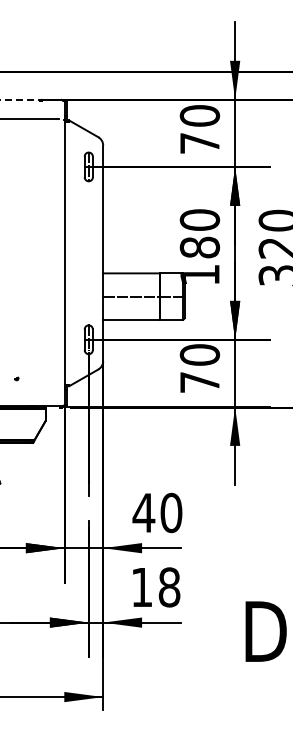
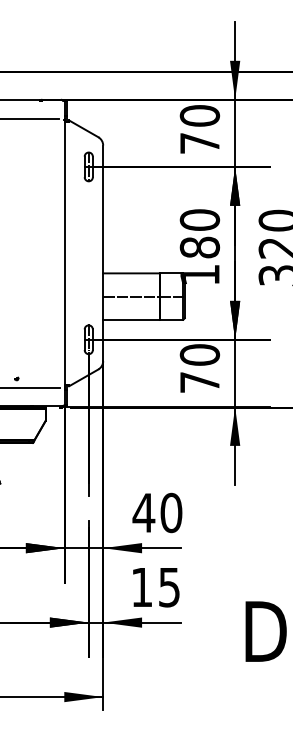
line at (20, 100): dashed -> solid
line at (30, 387): none -> present
text at (169, 587): 18 -> 15
